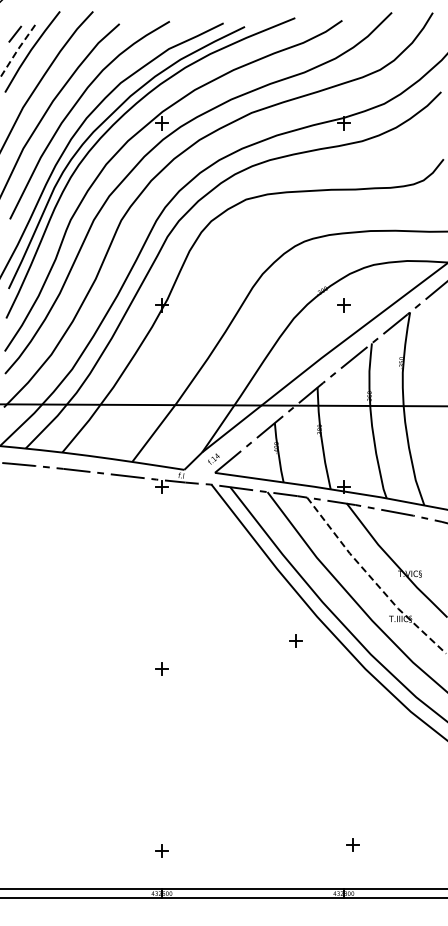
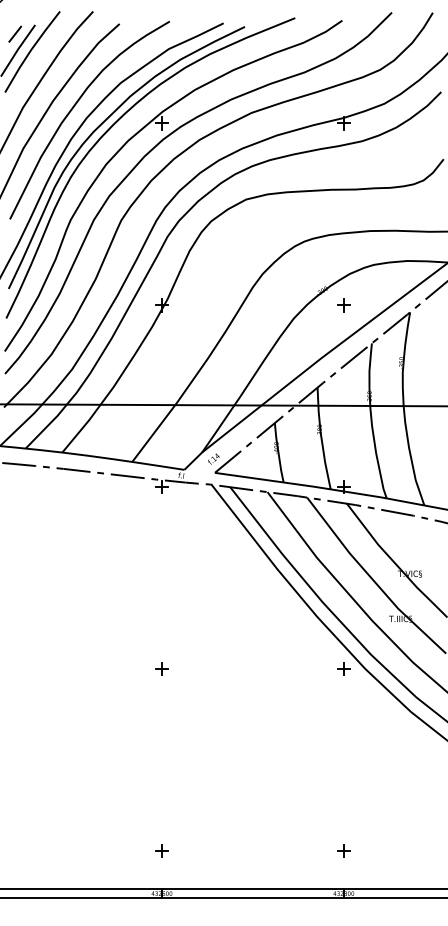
line at (17, 50): dashed -> solid
line at (372, 579): dashed -> solid
part at (295, 640) position: (295, 640) -> (343, 668)
part at (352, 844) position: (352, 844) -> (343, 850)
